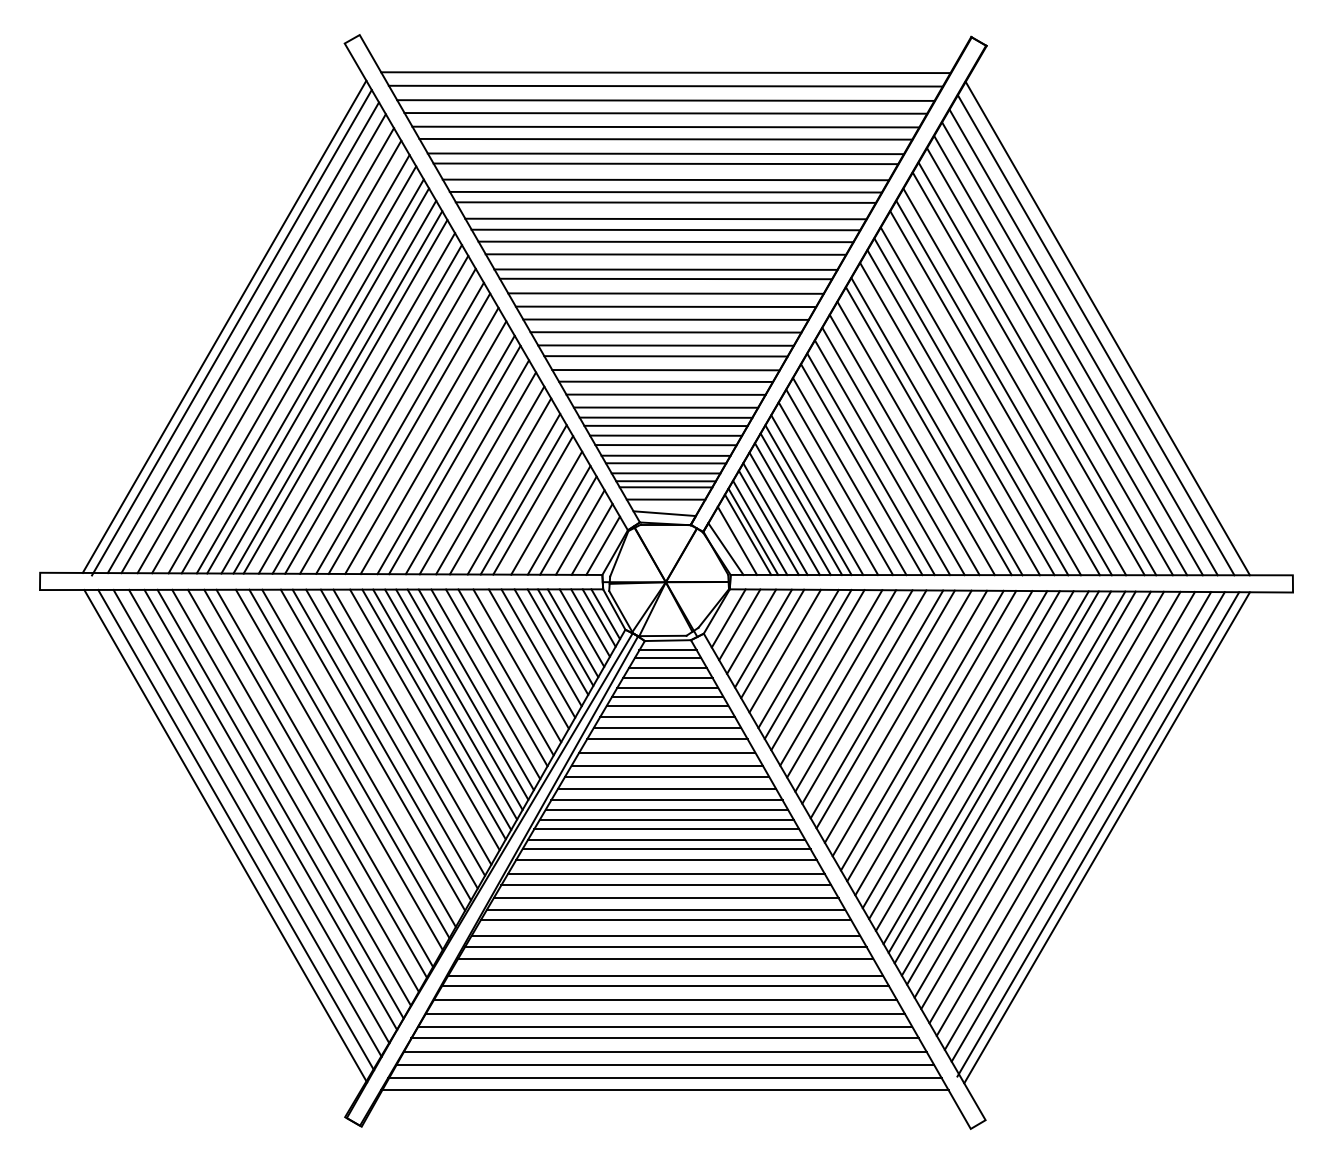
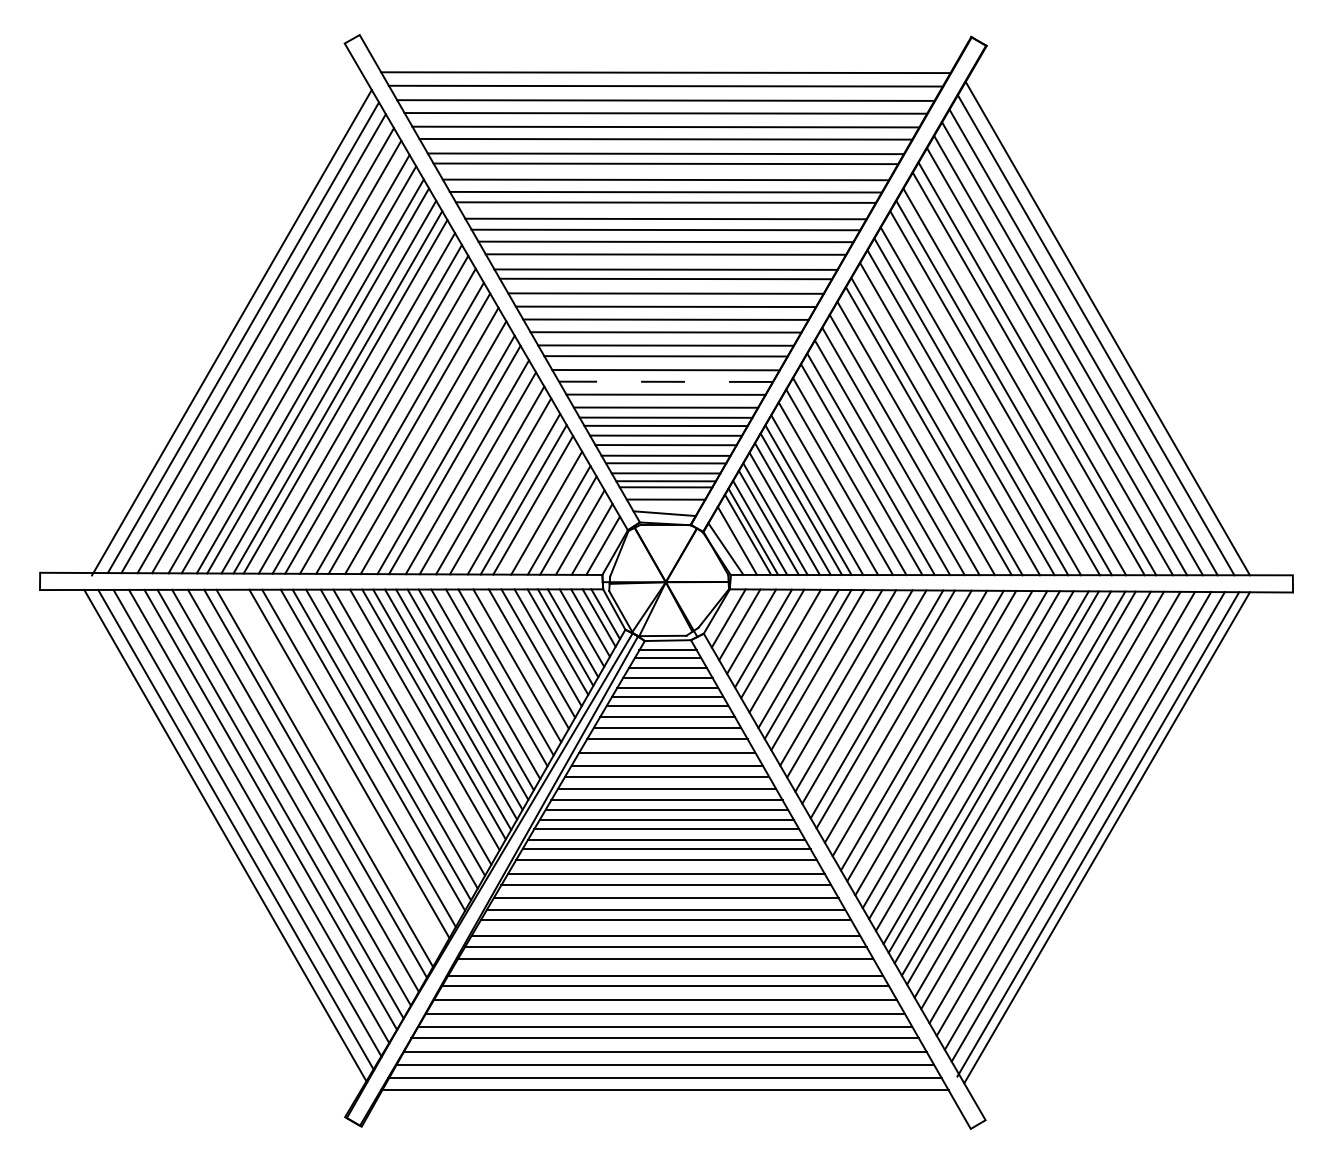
line at (224, 326): present -> none
line at (665, 381): solid -> dashed
line at (338, 769): present -> none
